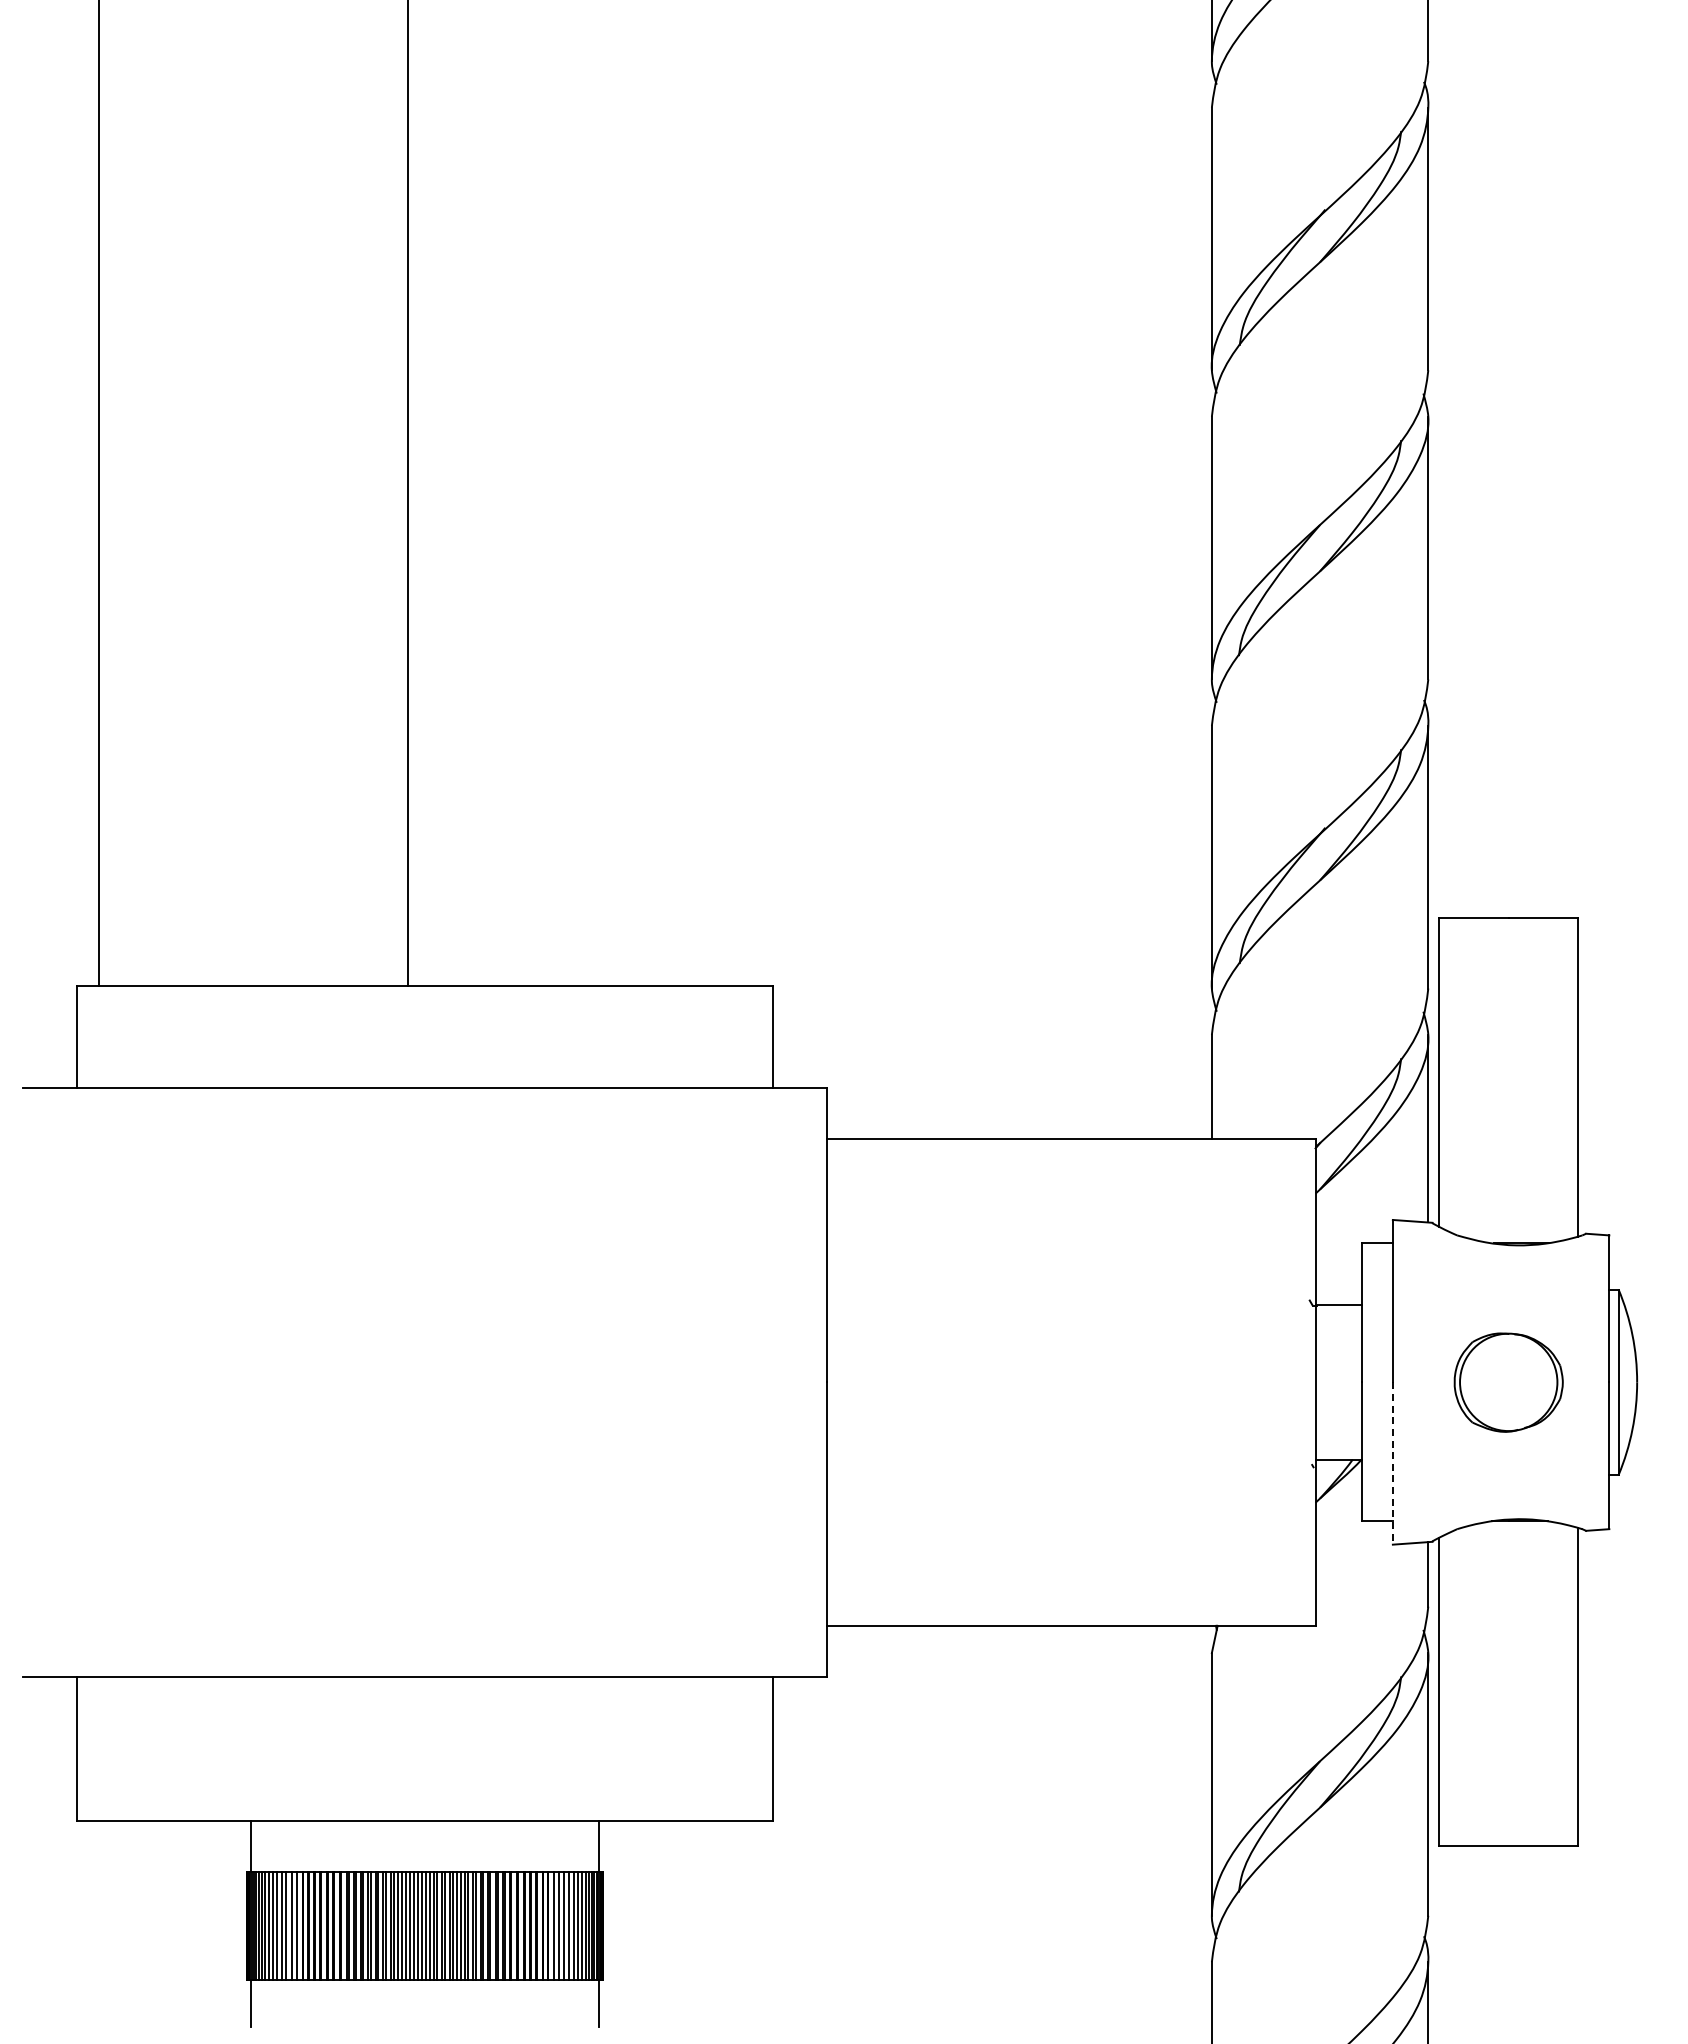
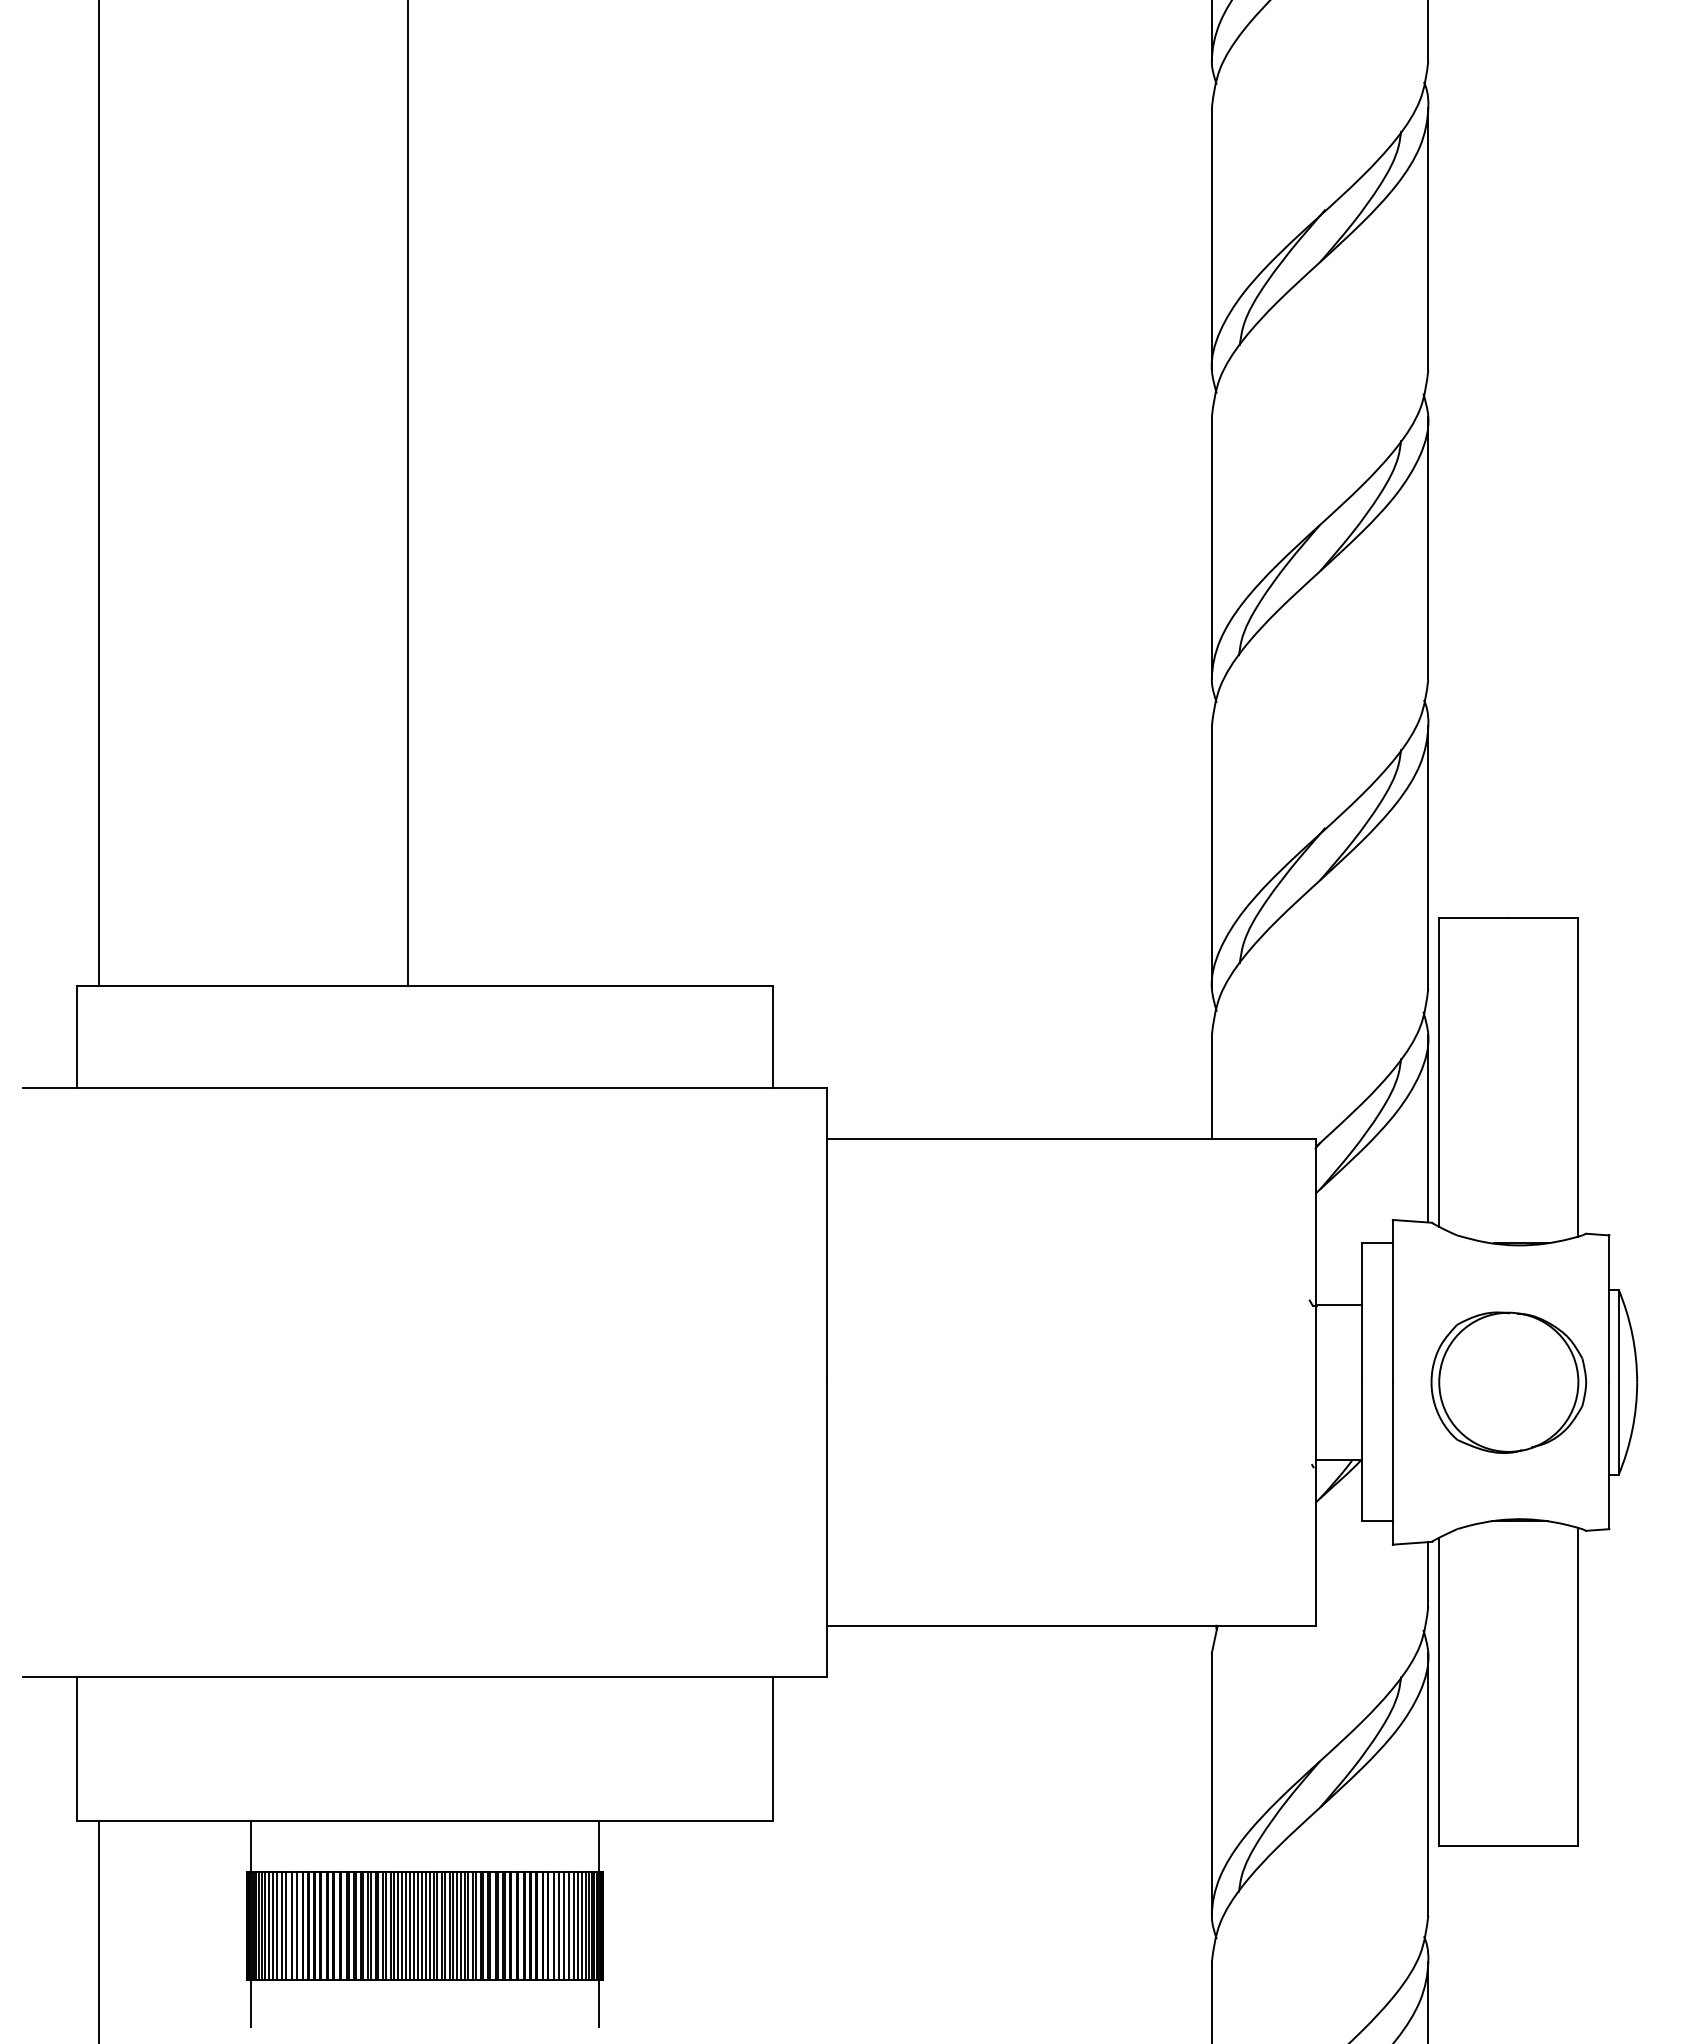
part at (1508, 1382) size: 111x101 px -> 157x143 px
line at (1392, 1463): dashed -> solid
line at (98, 1930): none -> present
